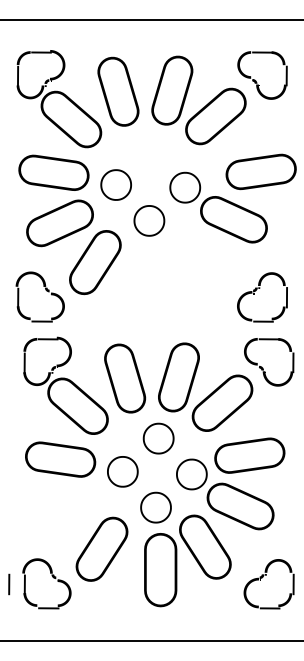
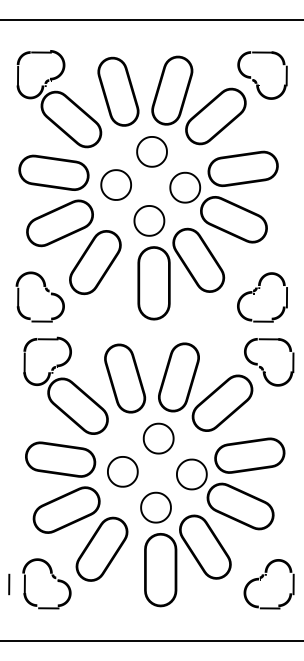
part at (151, 151): none -> present
part at (260, 171) position: (260, 171) -> (242, 168)
part at (187, 271): none -> present
part at (66, 509): none -> present
